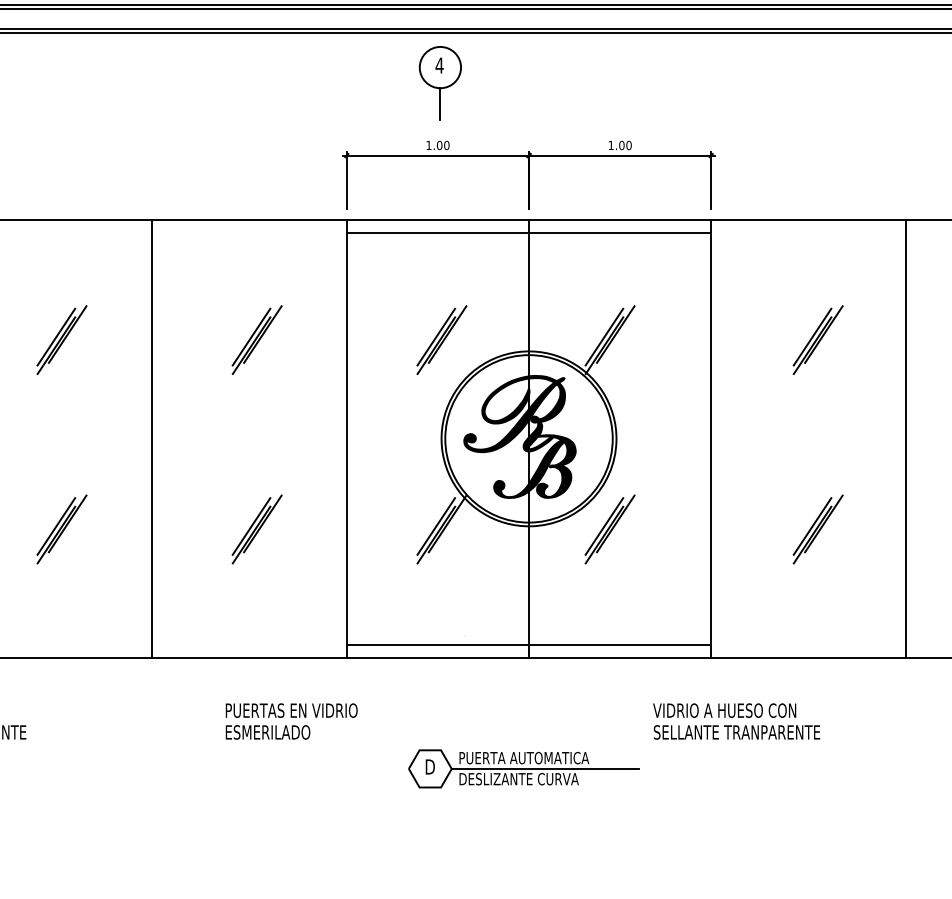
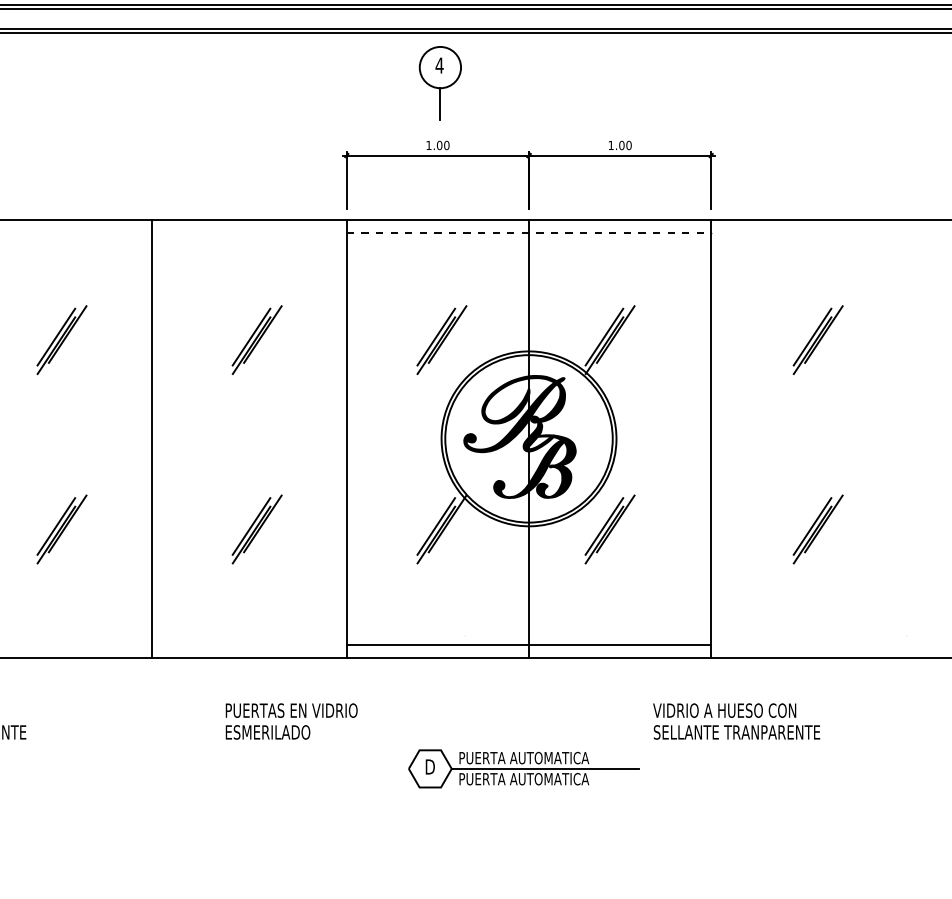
line at (529, 232): solid -> dashed
line at (906, 438): present -> none
text at (524, 779): DESLIZANTE CURVA -> PUERTA AUTOMATICA
